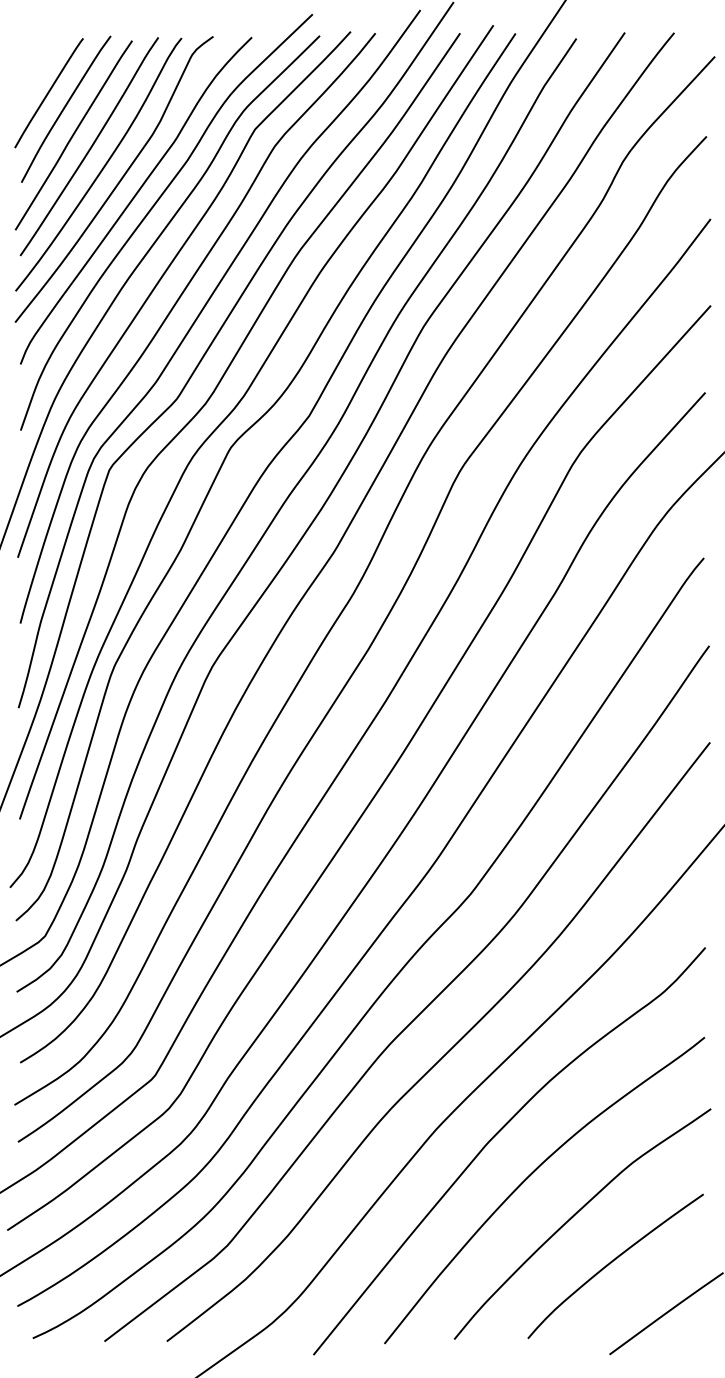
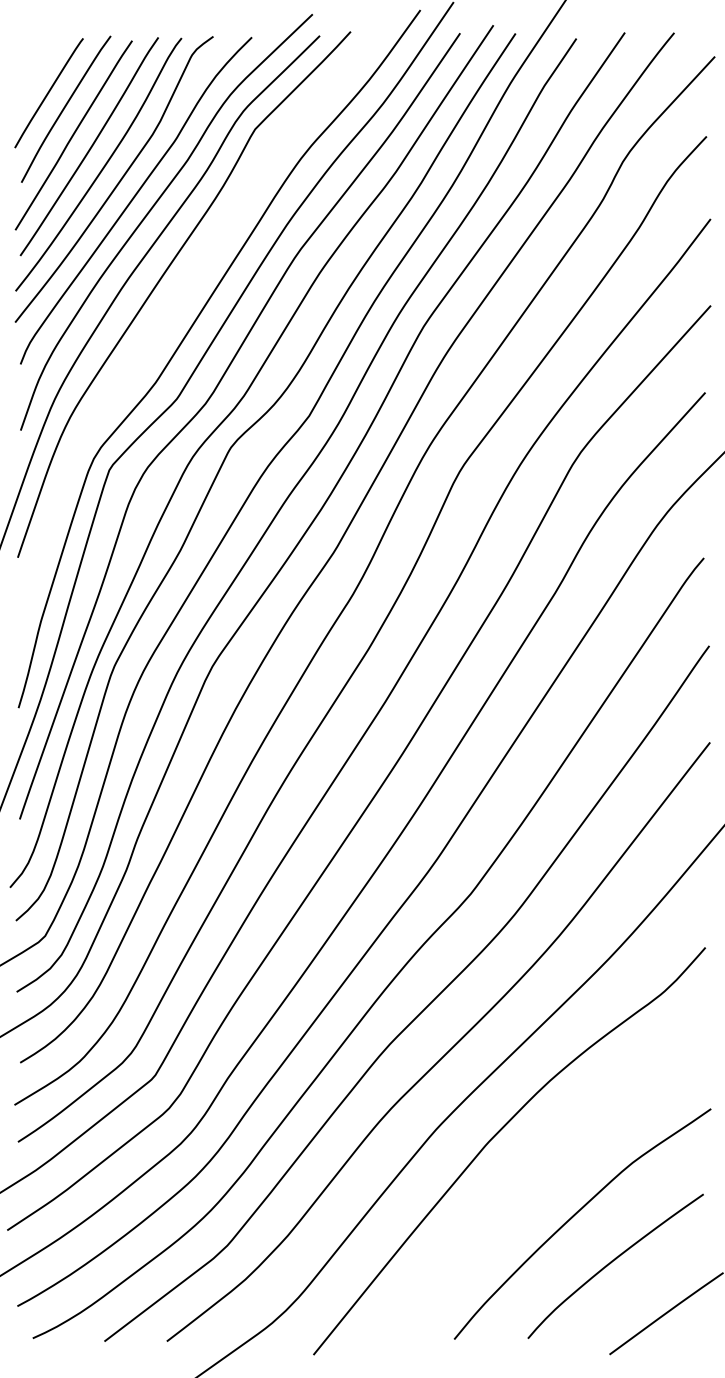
curve at (172, 310): present -> none
curve at (530, 1176): present -> none
